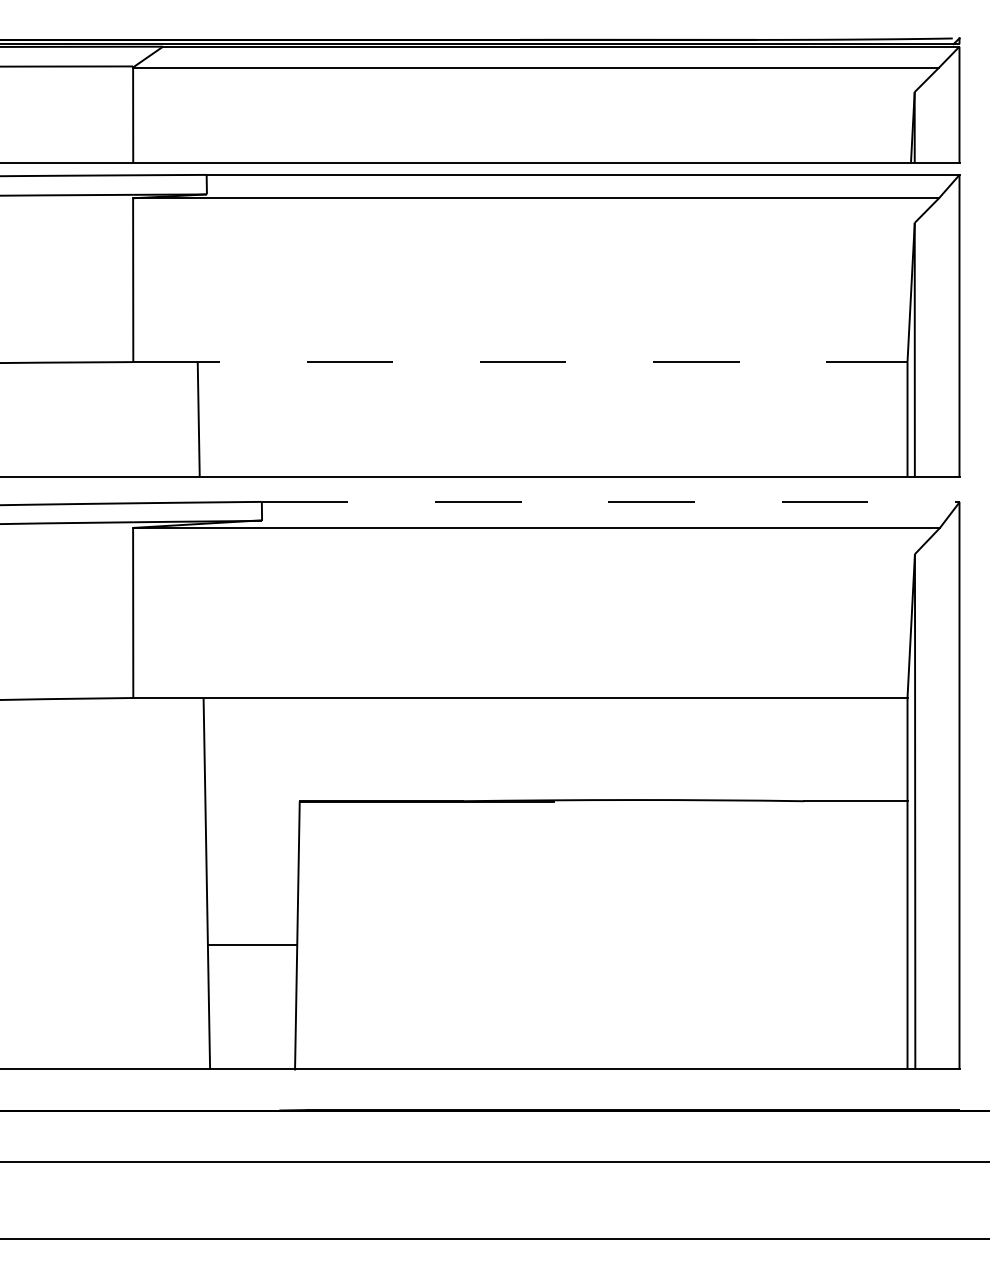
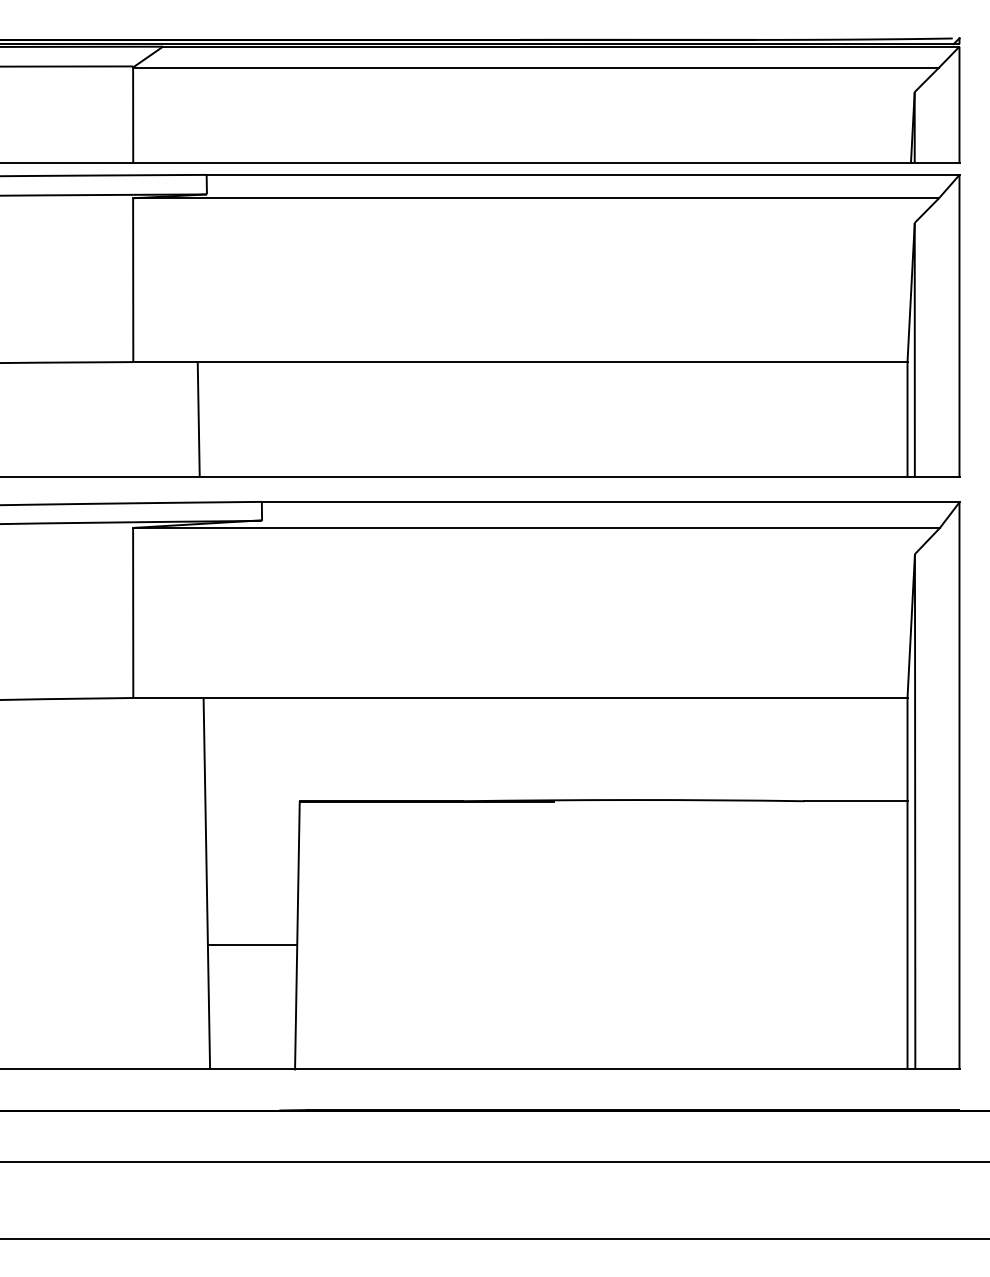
line at (520, 362): dashed -> solid
line at (610, 501): dashed -> solid
